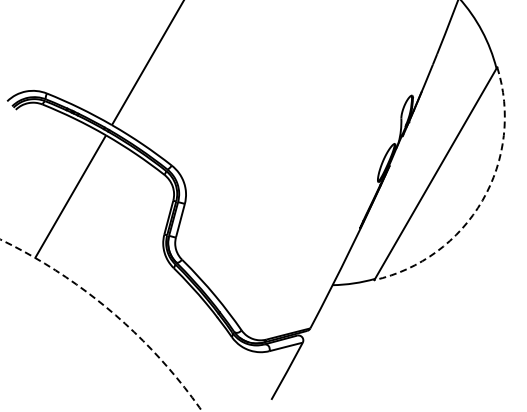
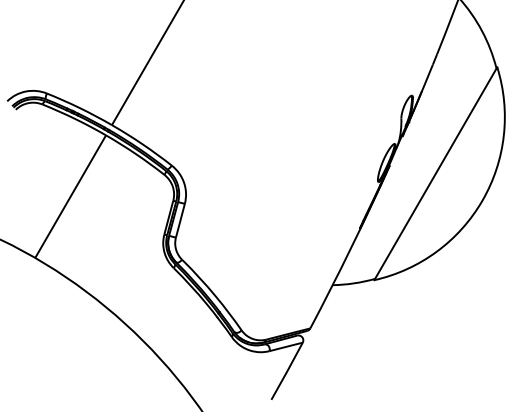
arc at (482, 200): dashed -> solid
circle at (101, 325): dashed -> solid
